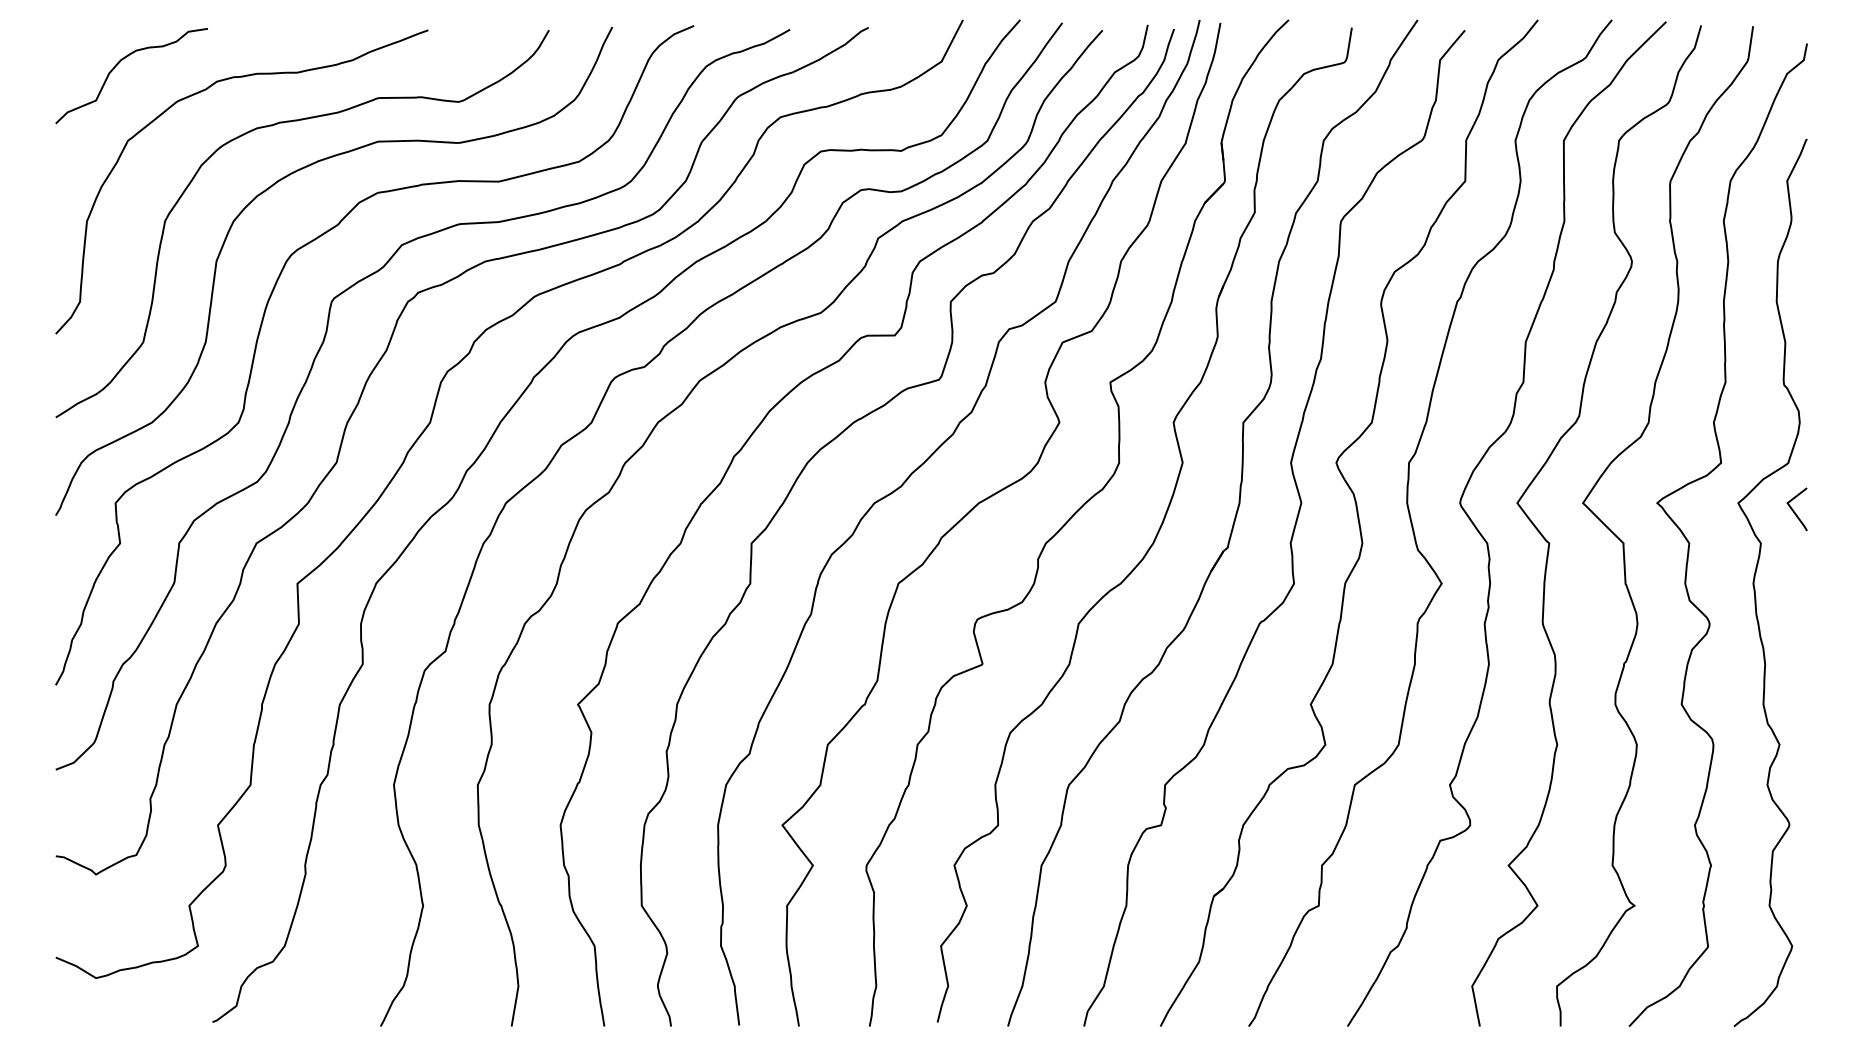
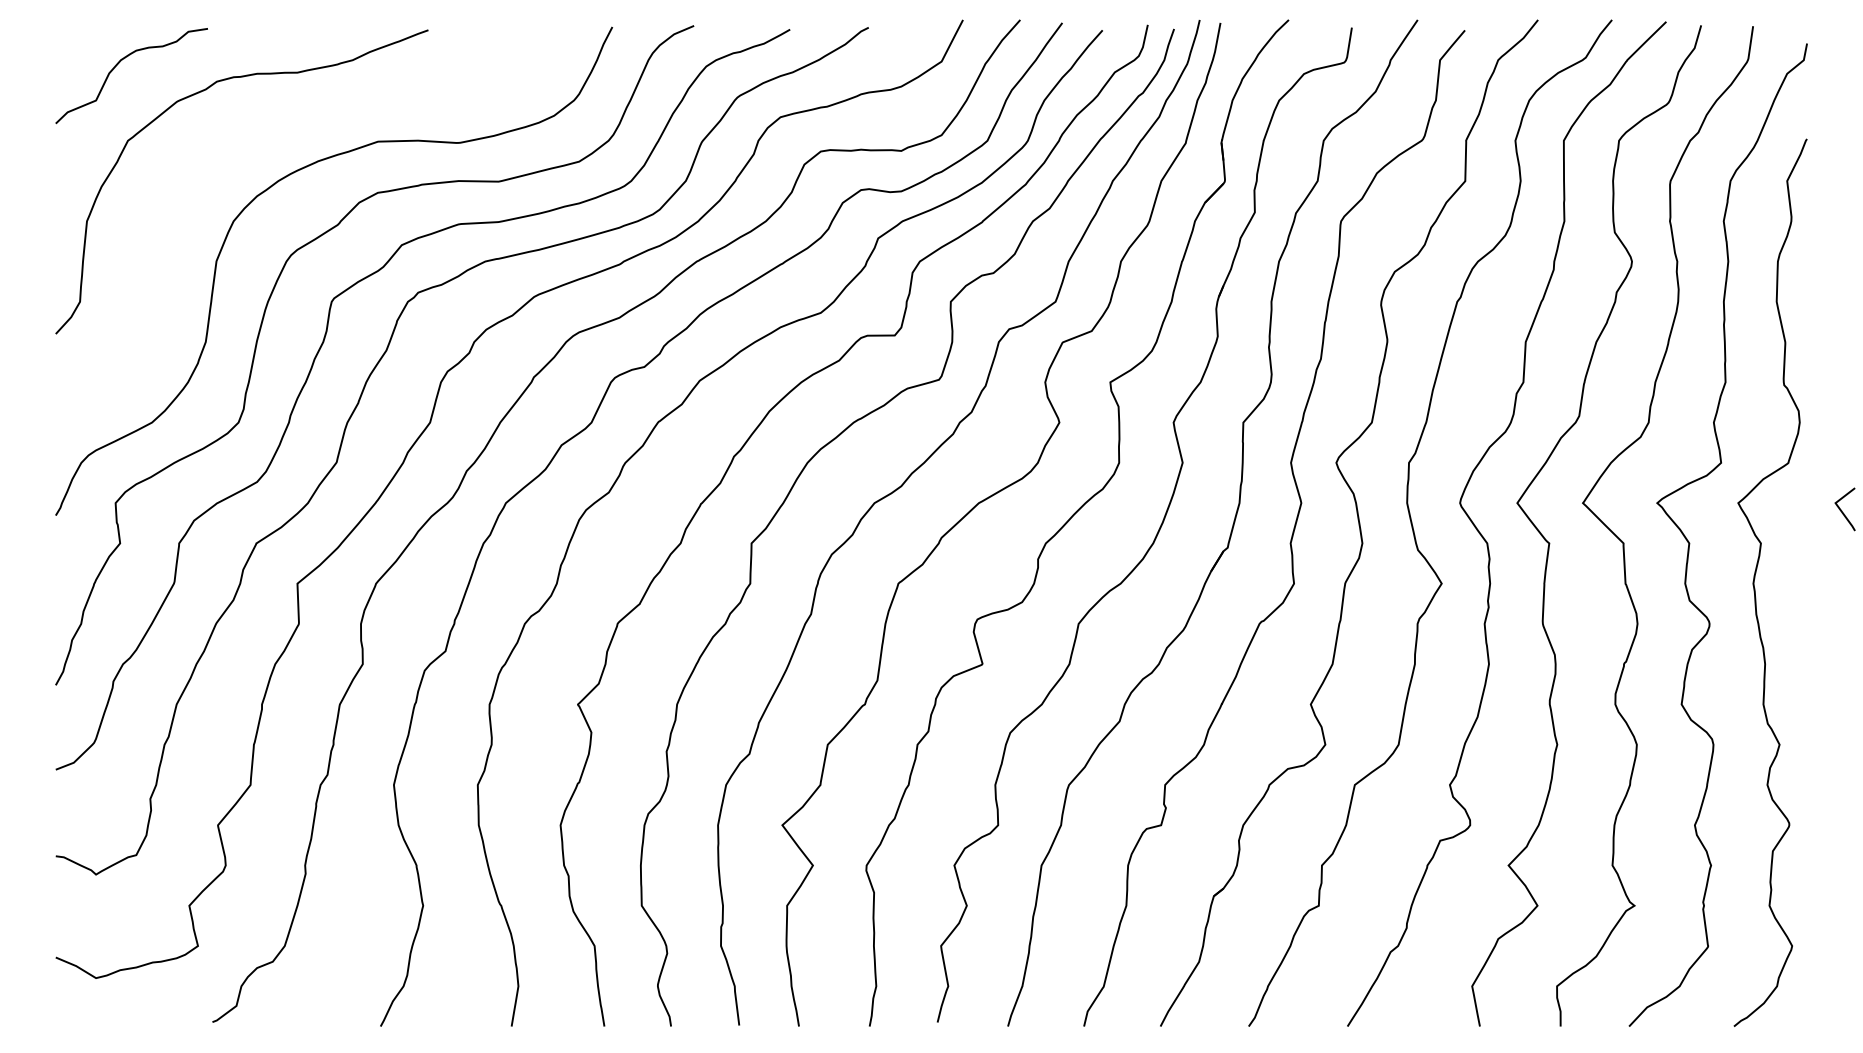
curve at (272, 126): present -> none
line at (1794, 510) position: (1794, 510) -> (1842, 510)
